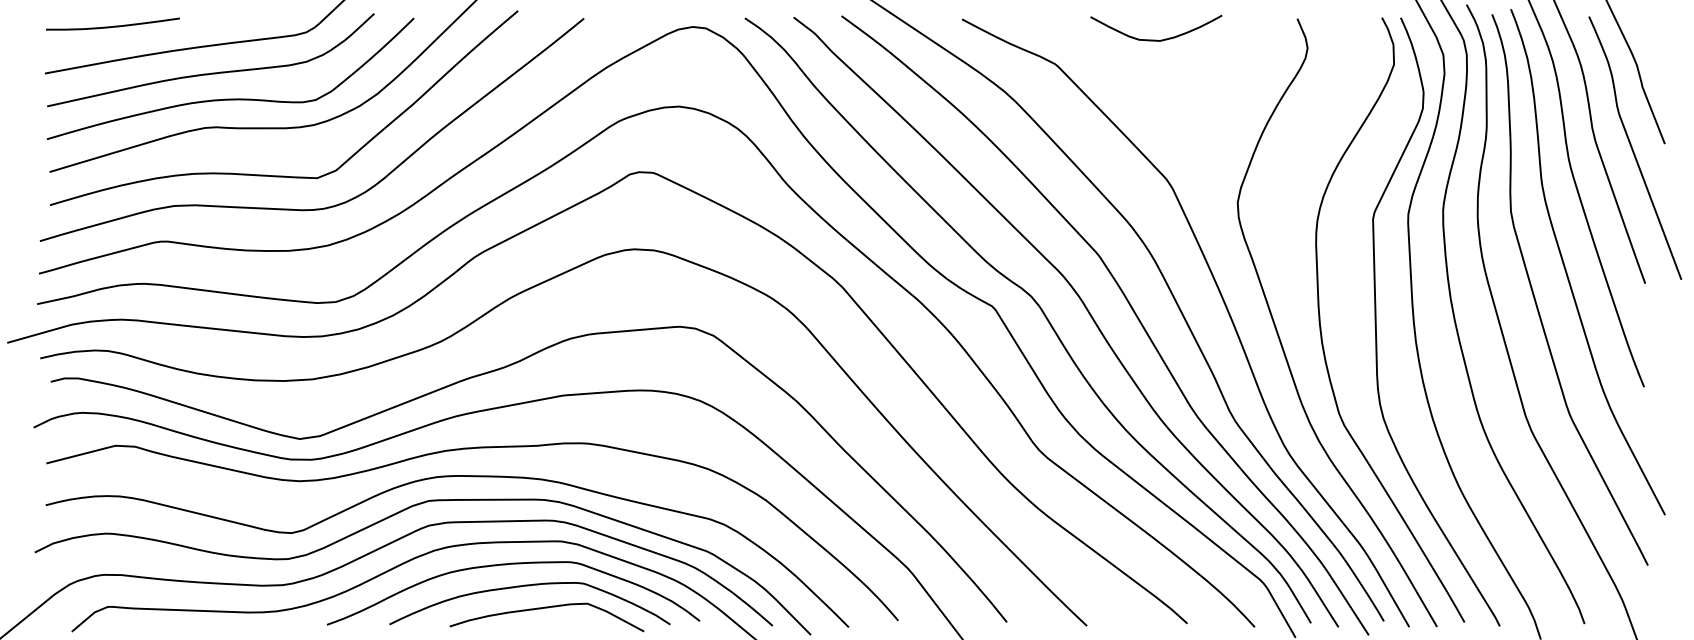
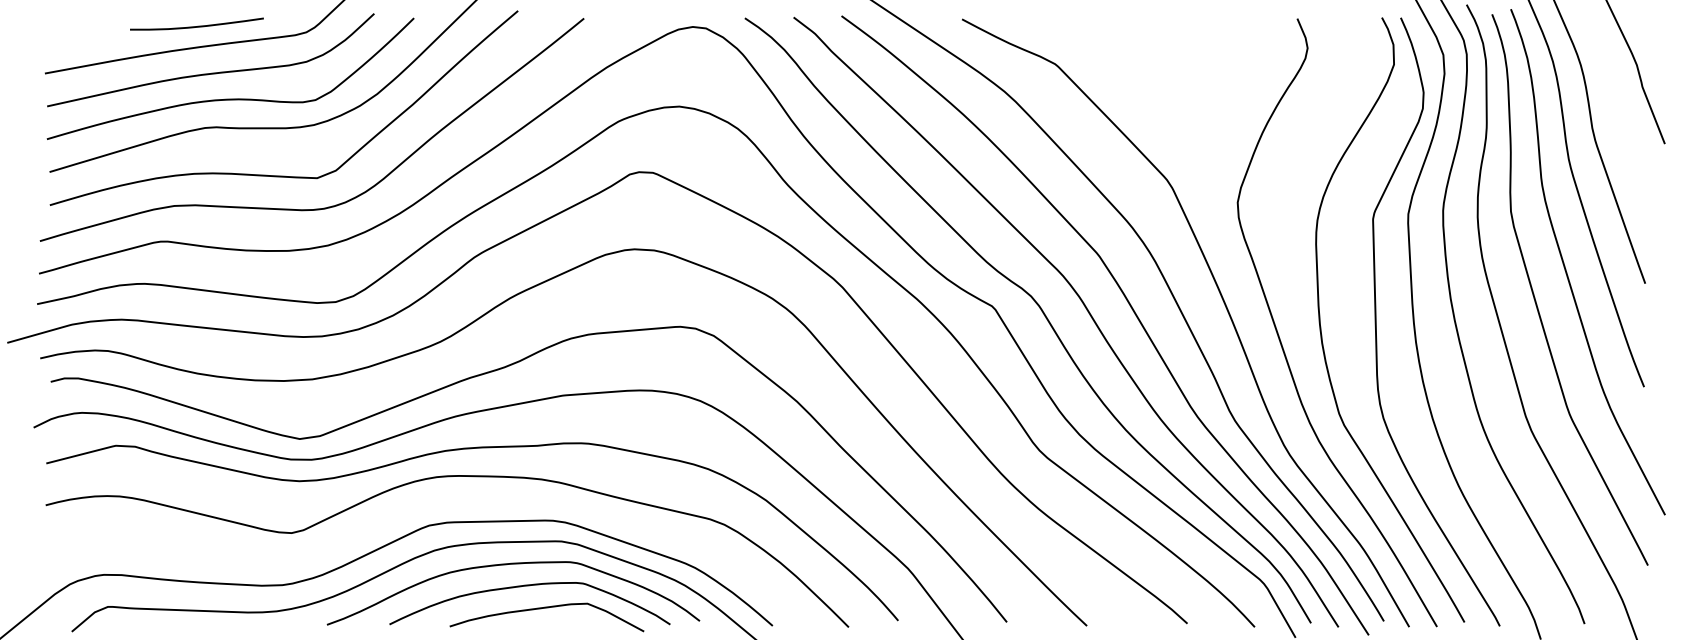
curve at (114, 25) position: (114, 25) -> (198, 25)
curve at (1156, 39): present -> none
curve at (1633, 149): present -> none
curve at (397, 514): present -> none
